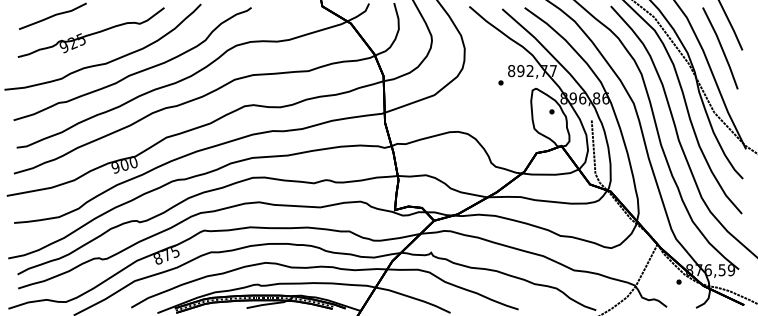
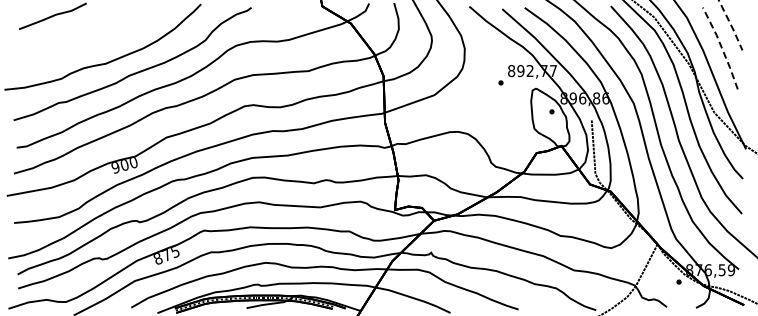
line at (731, 26): solid -> dashed
part at (90, 32): present -> none
line at (721, 47): solid -> dashed
